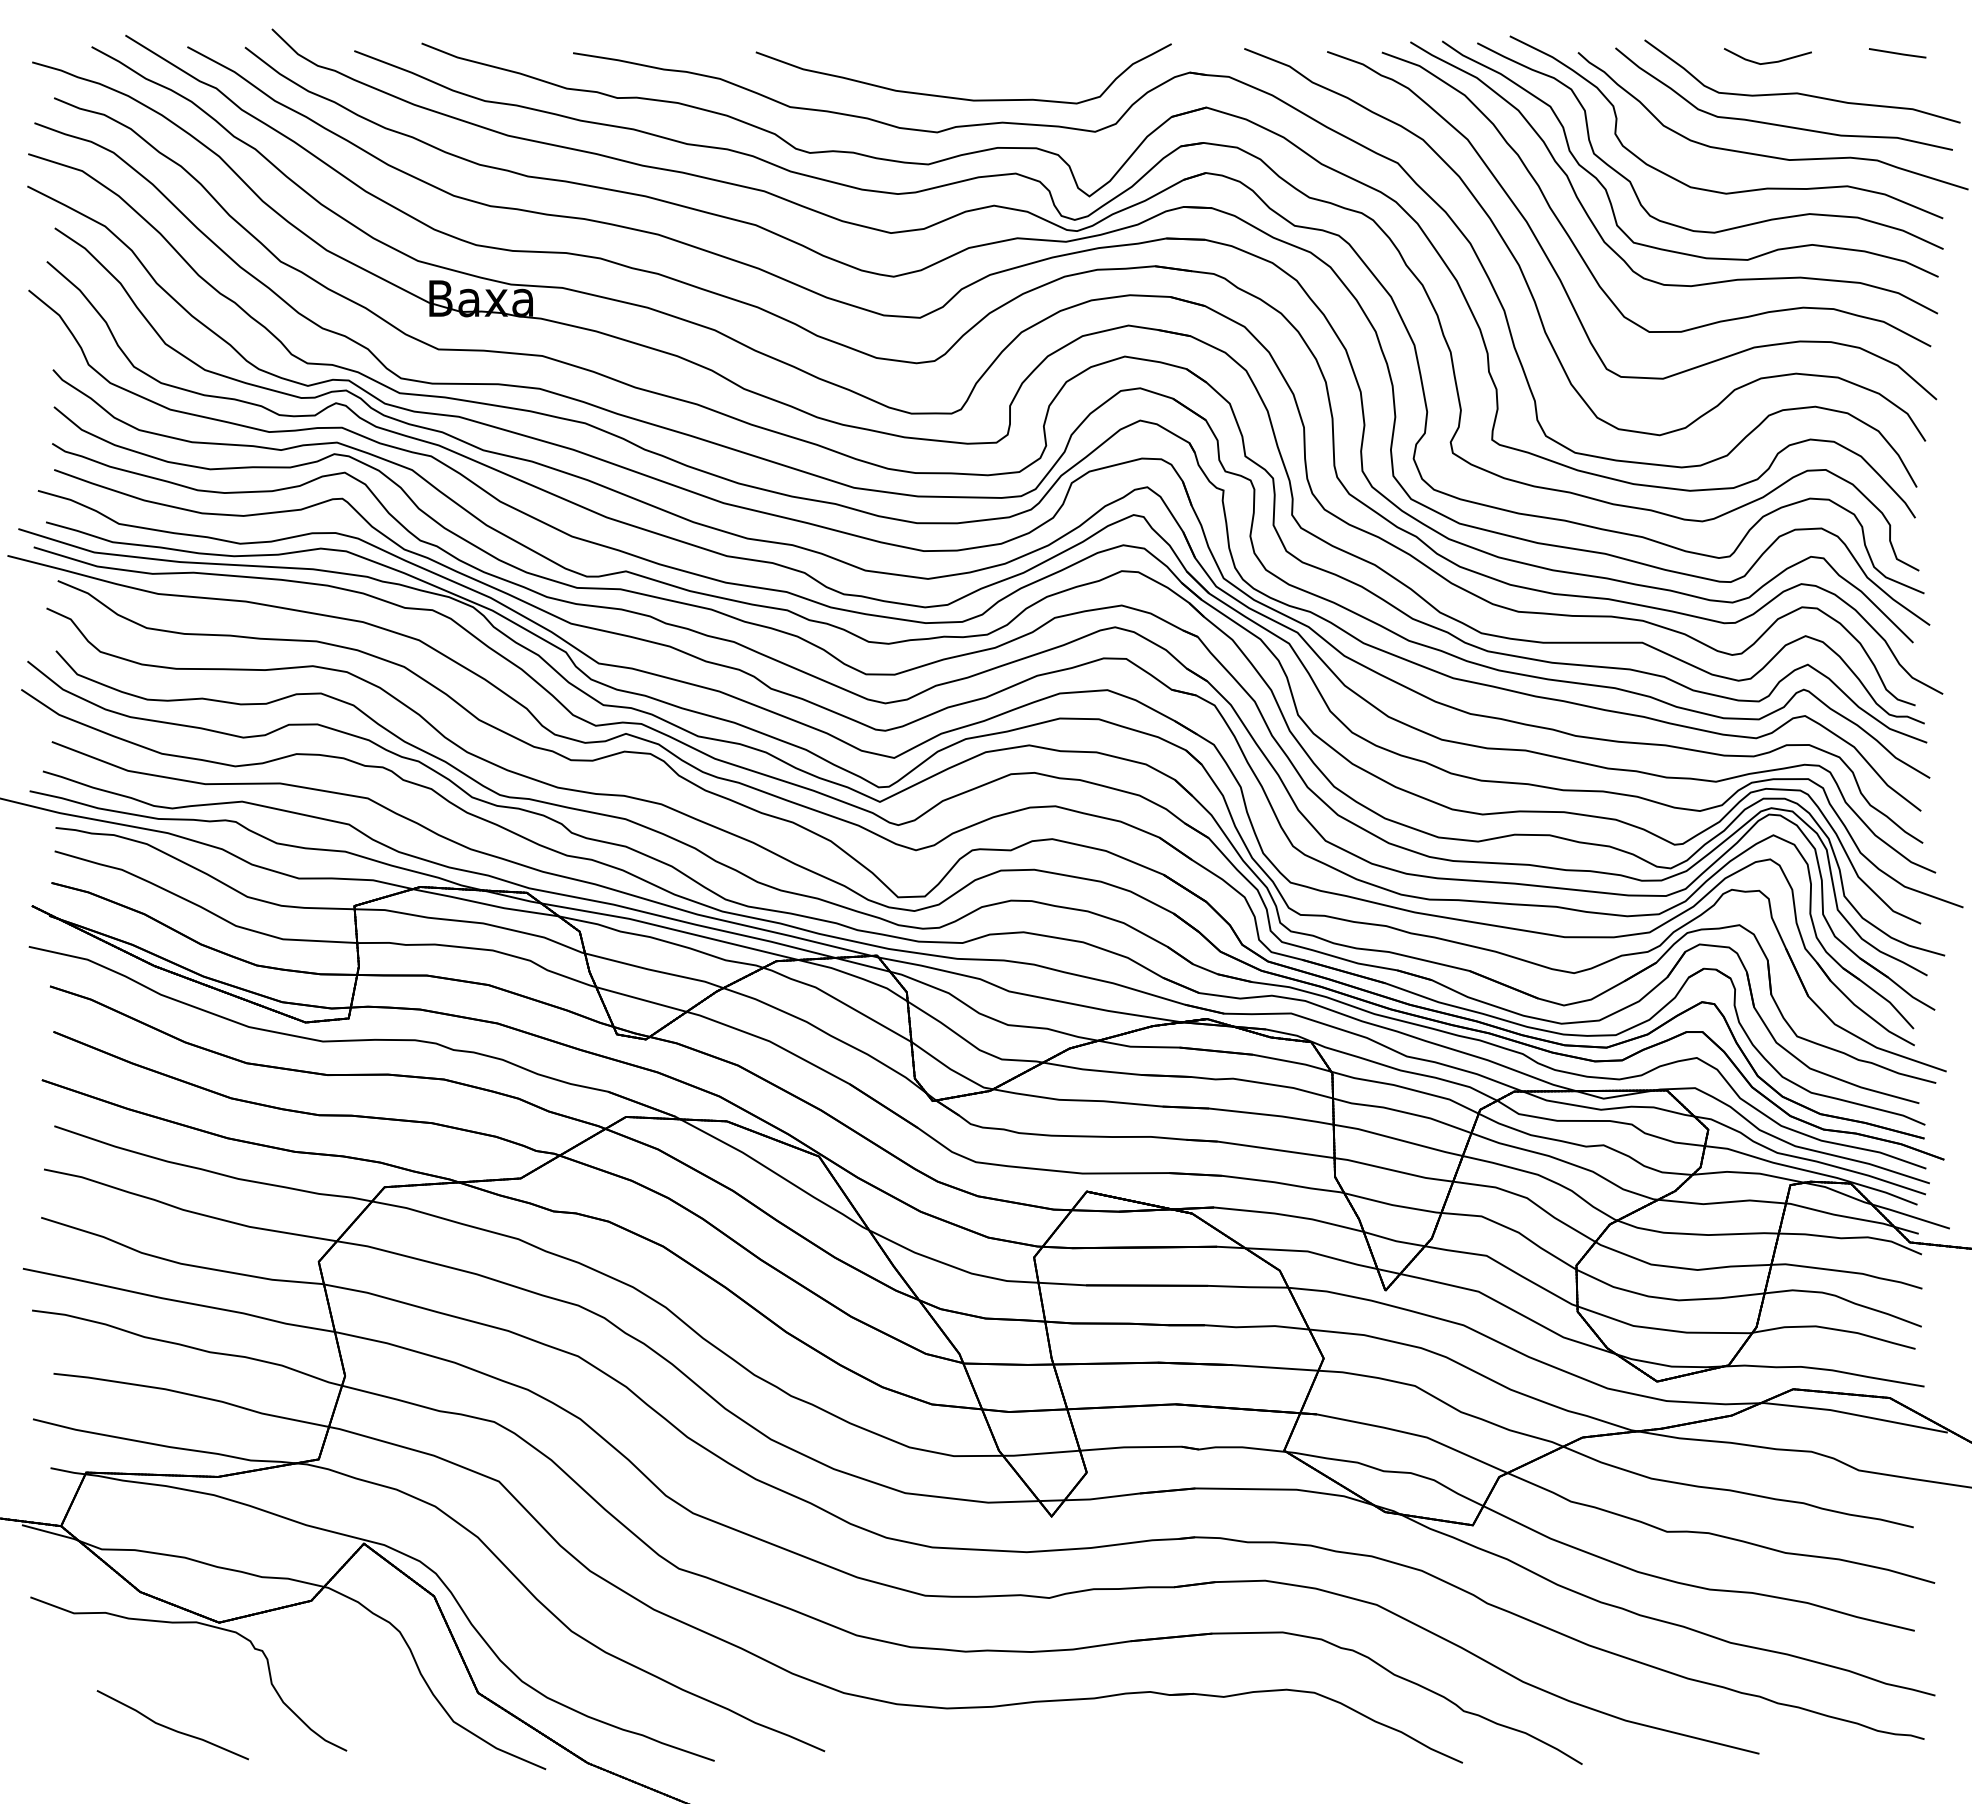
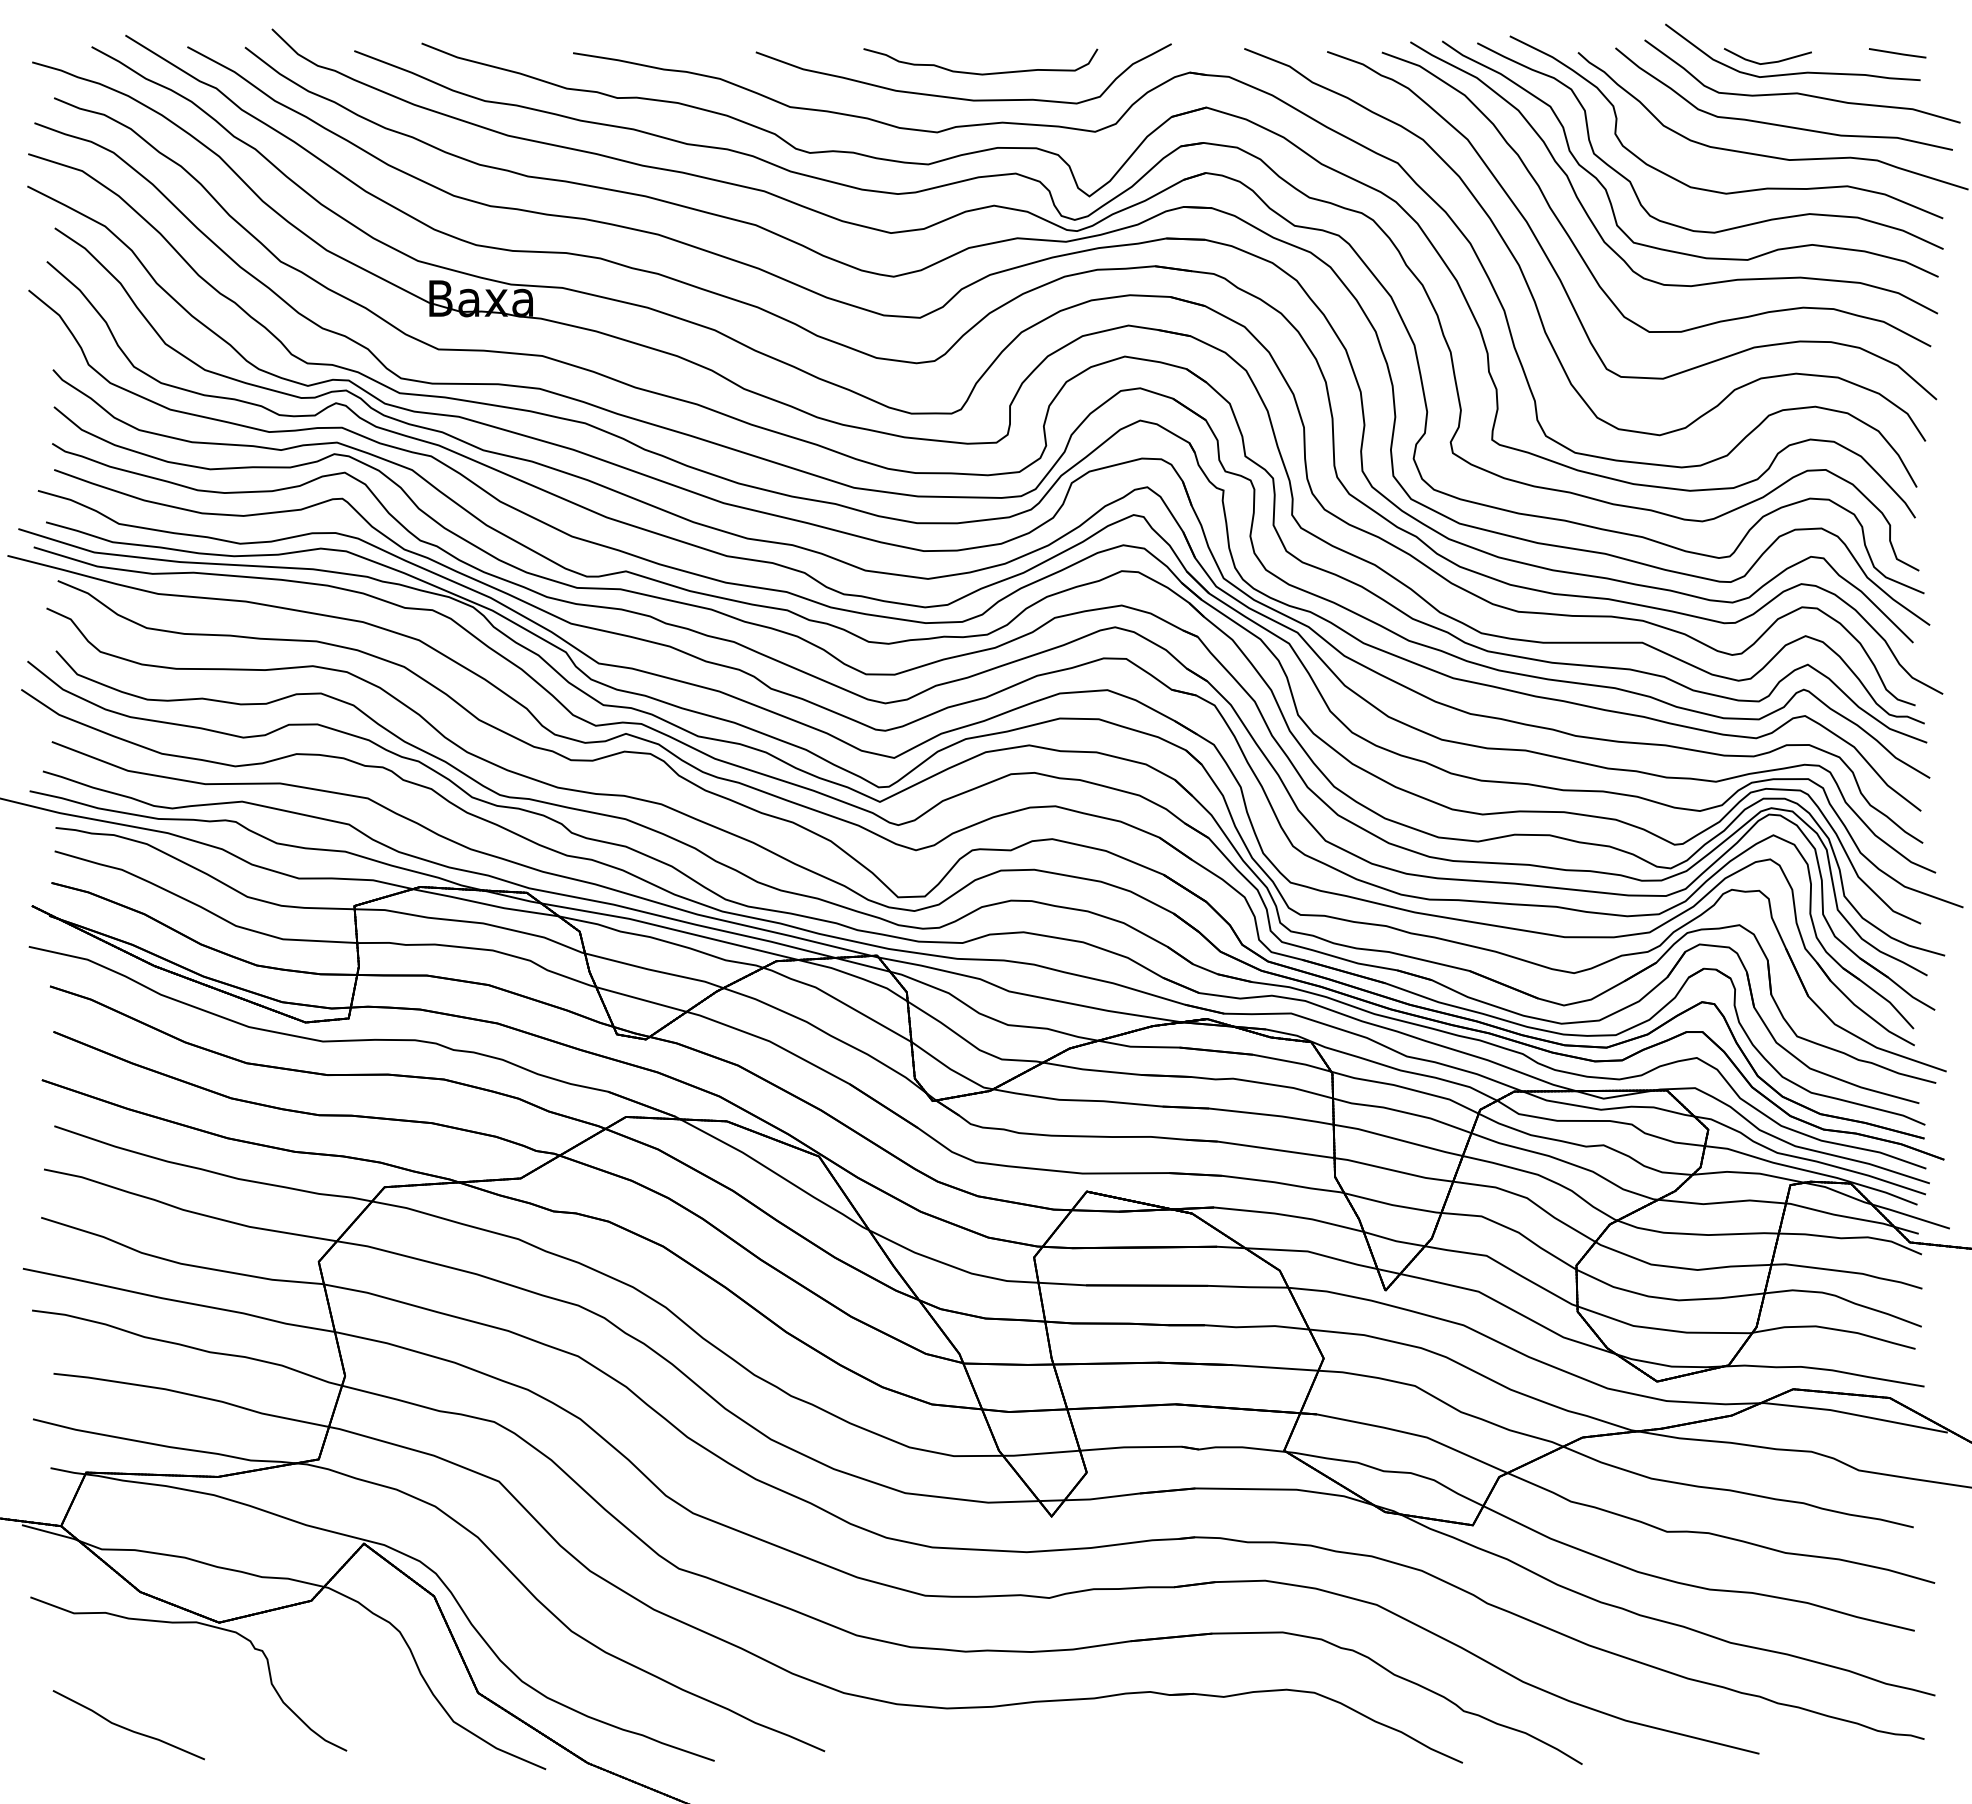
part at (1795, 72): none -> present
curve at (980, 73): none -> present
part at (172, 1725) position: (172, 1725) -> (128, 1725)
